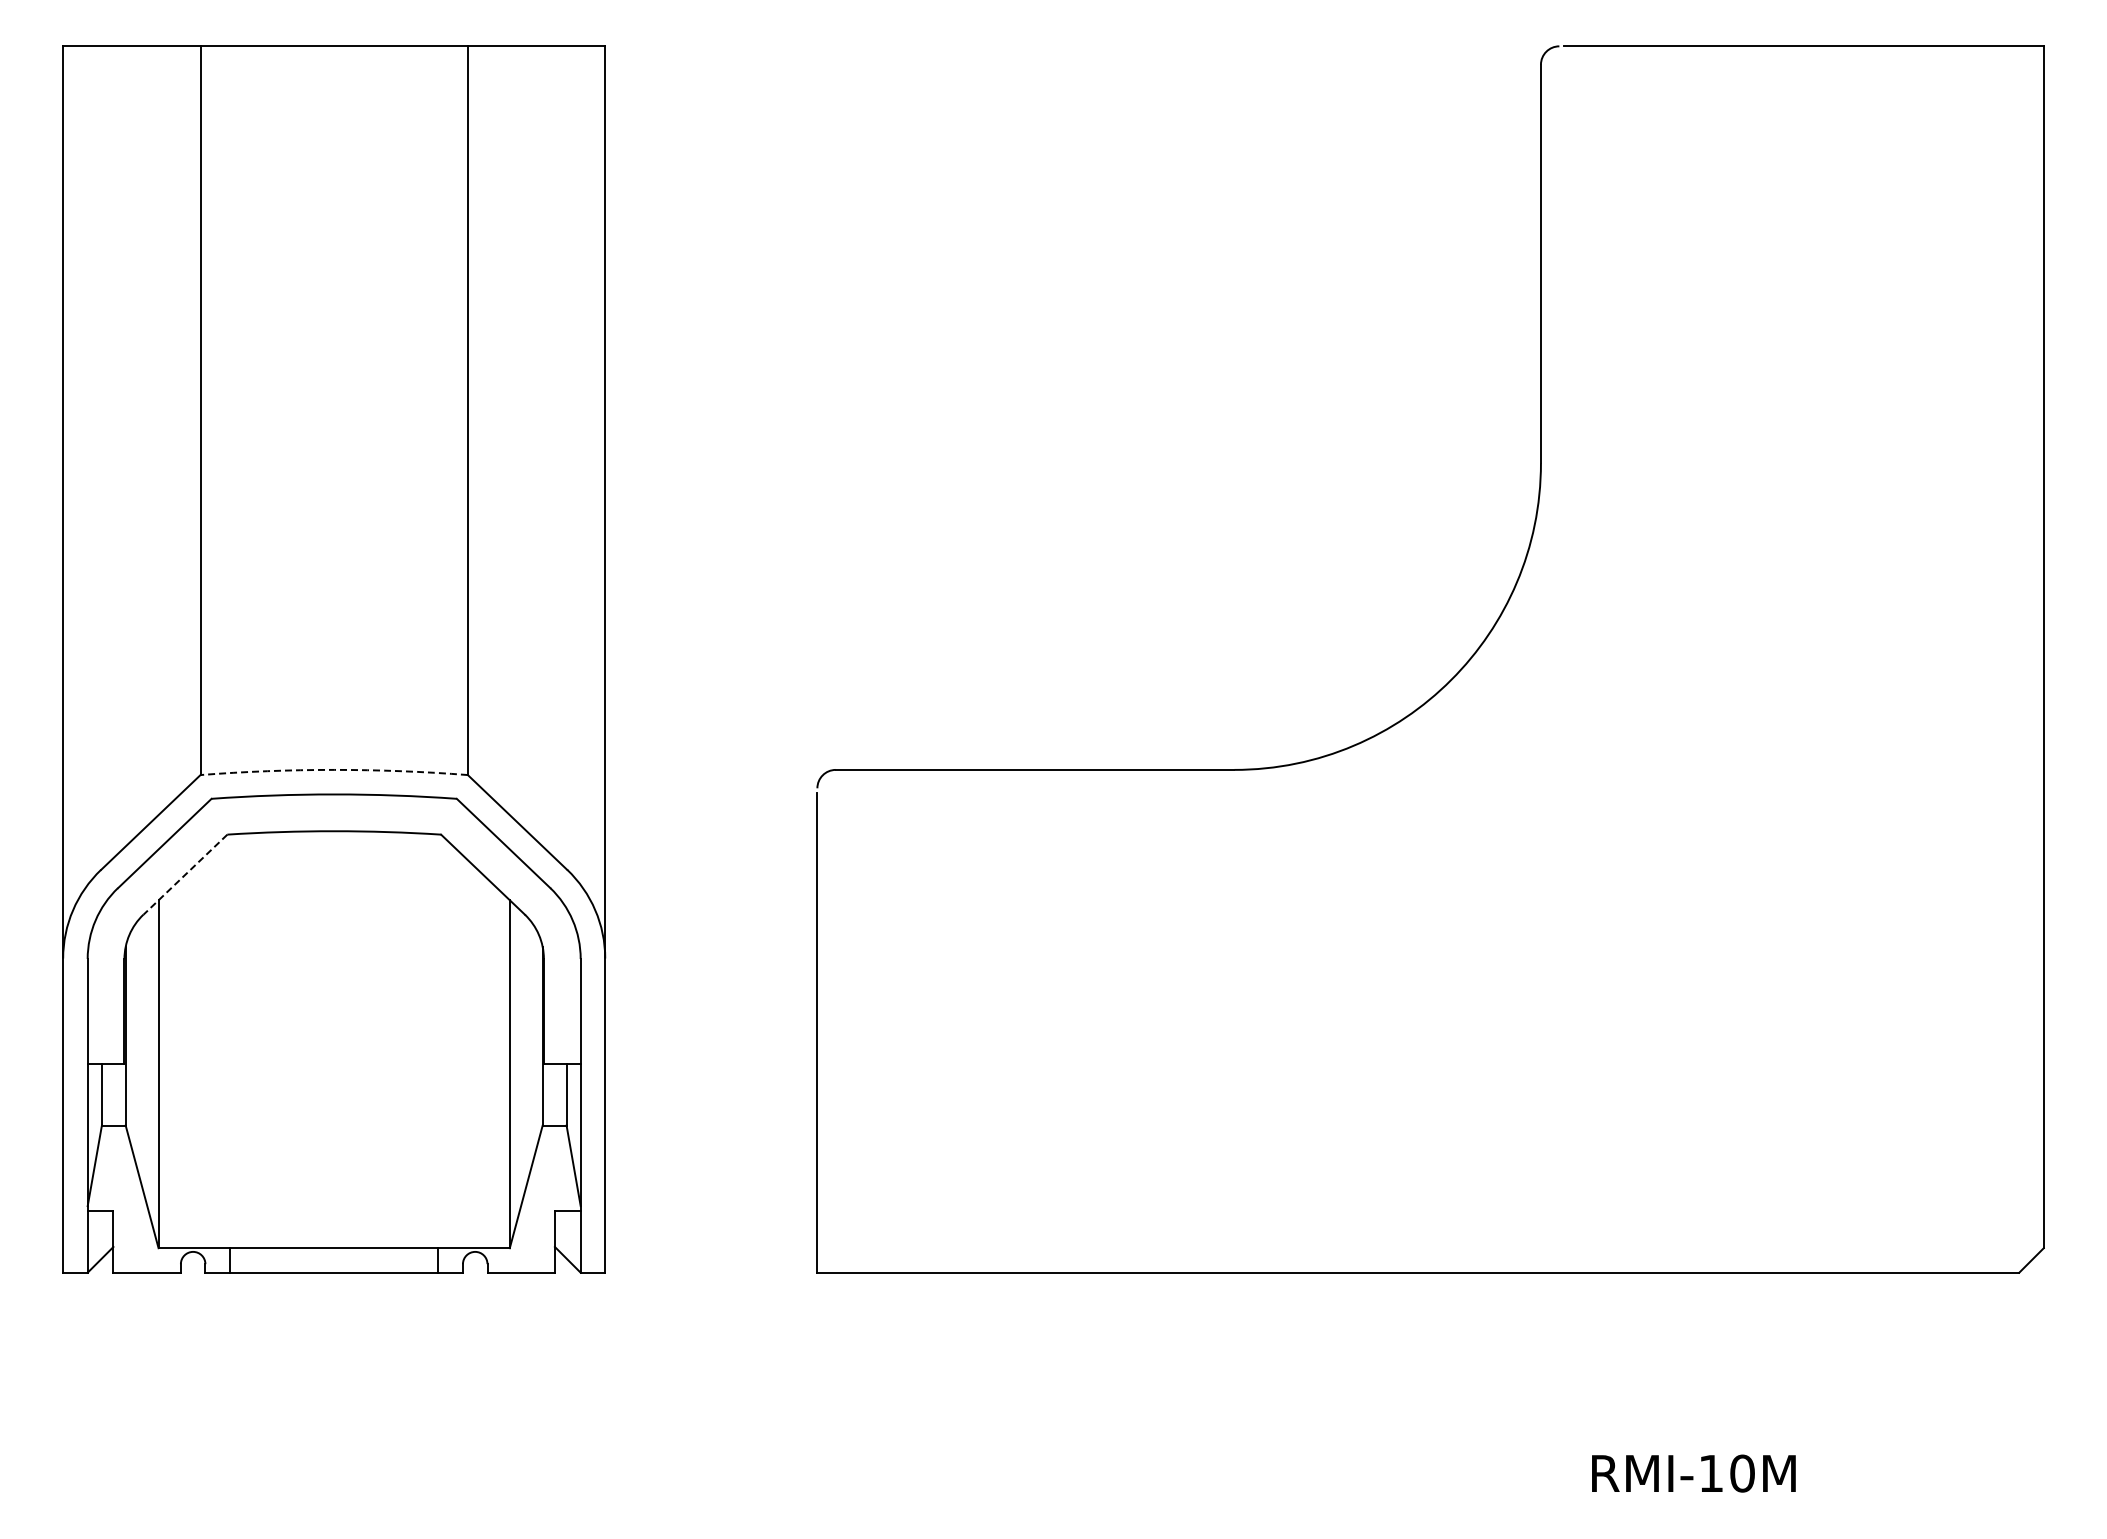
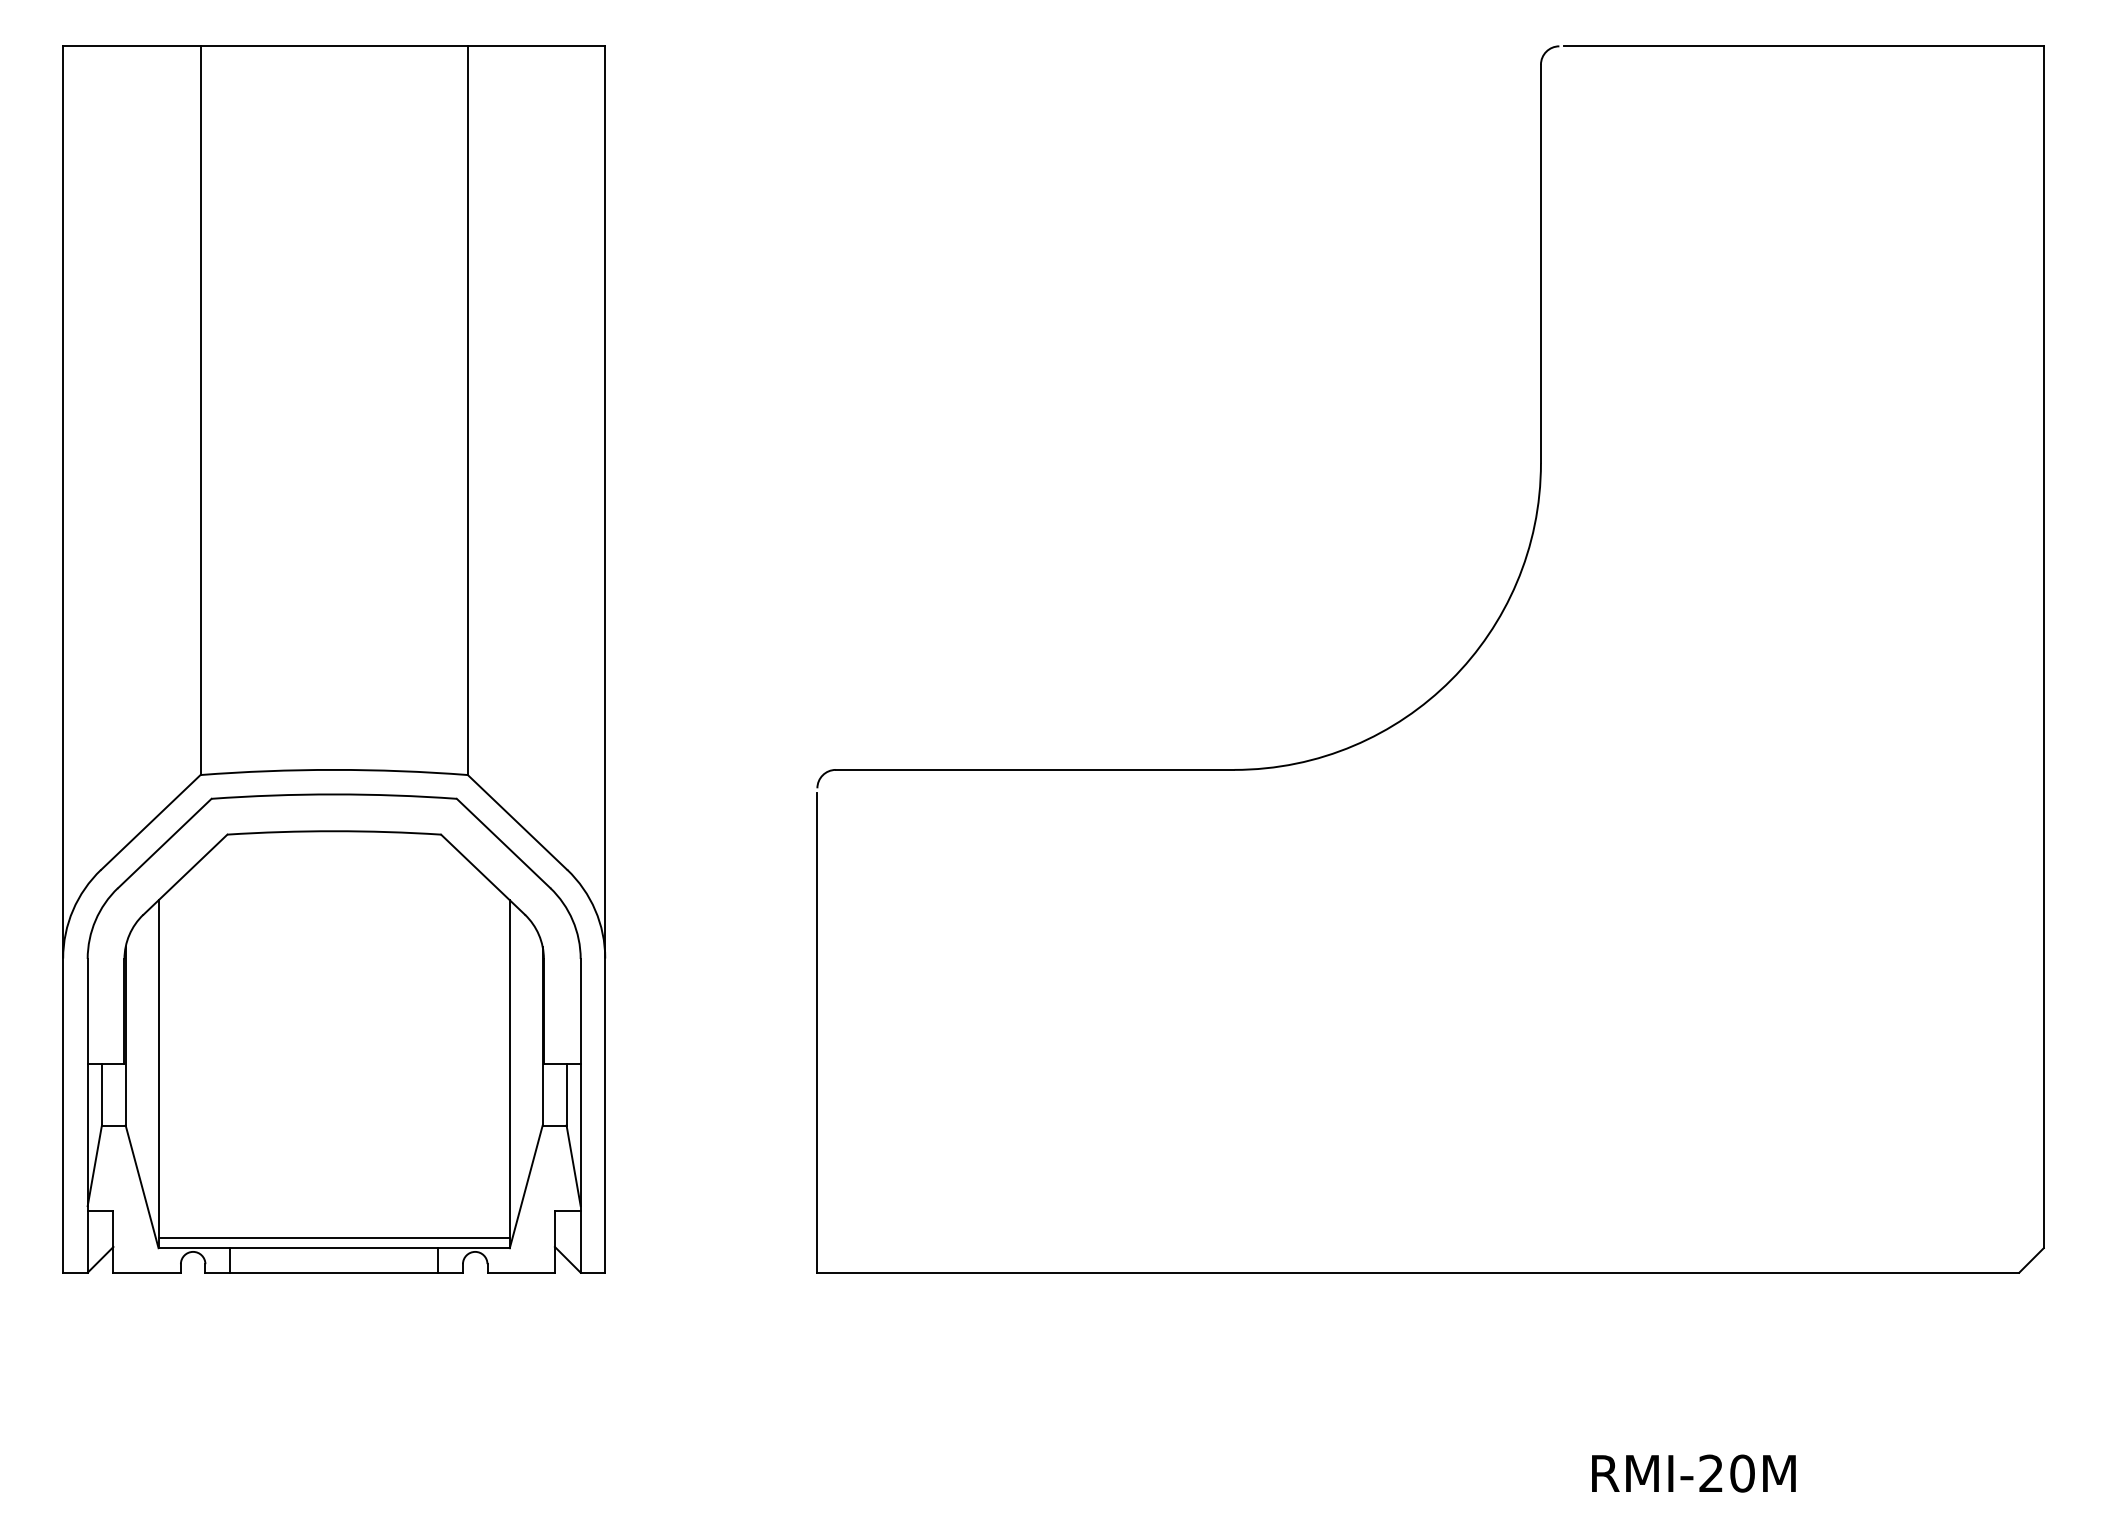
arc at (334, 769): dashed -> solid
line at (185, 874): dashed -> solid
line at (333, 1238): none -> present
text at (1710, 1472): RMI-10M -> RMI-20M
